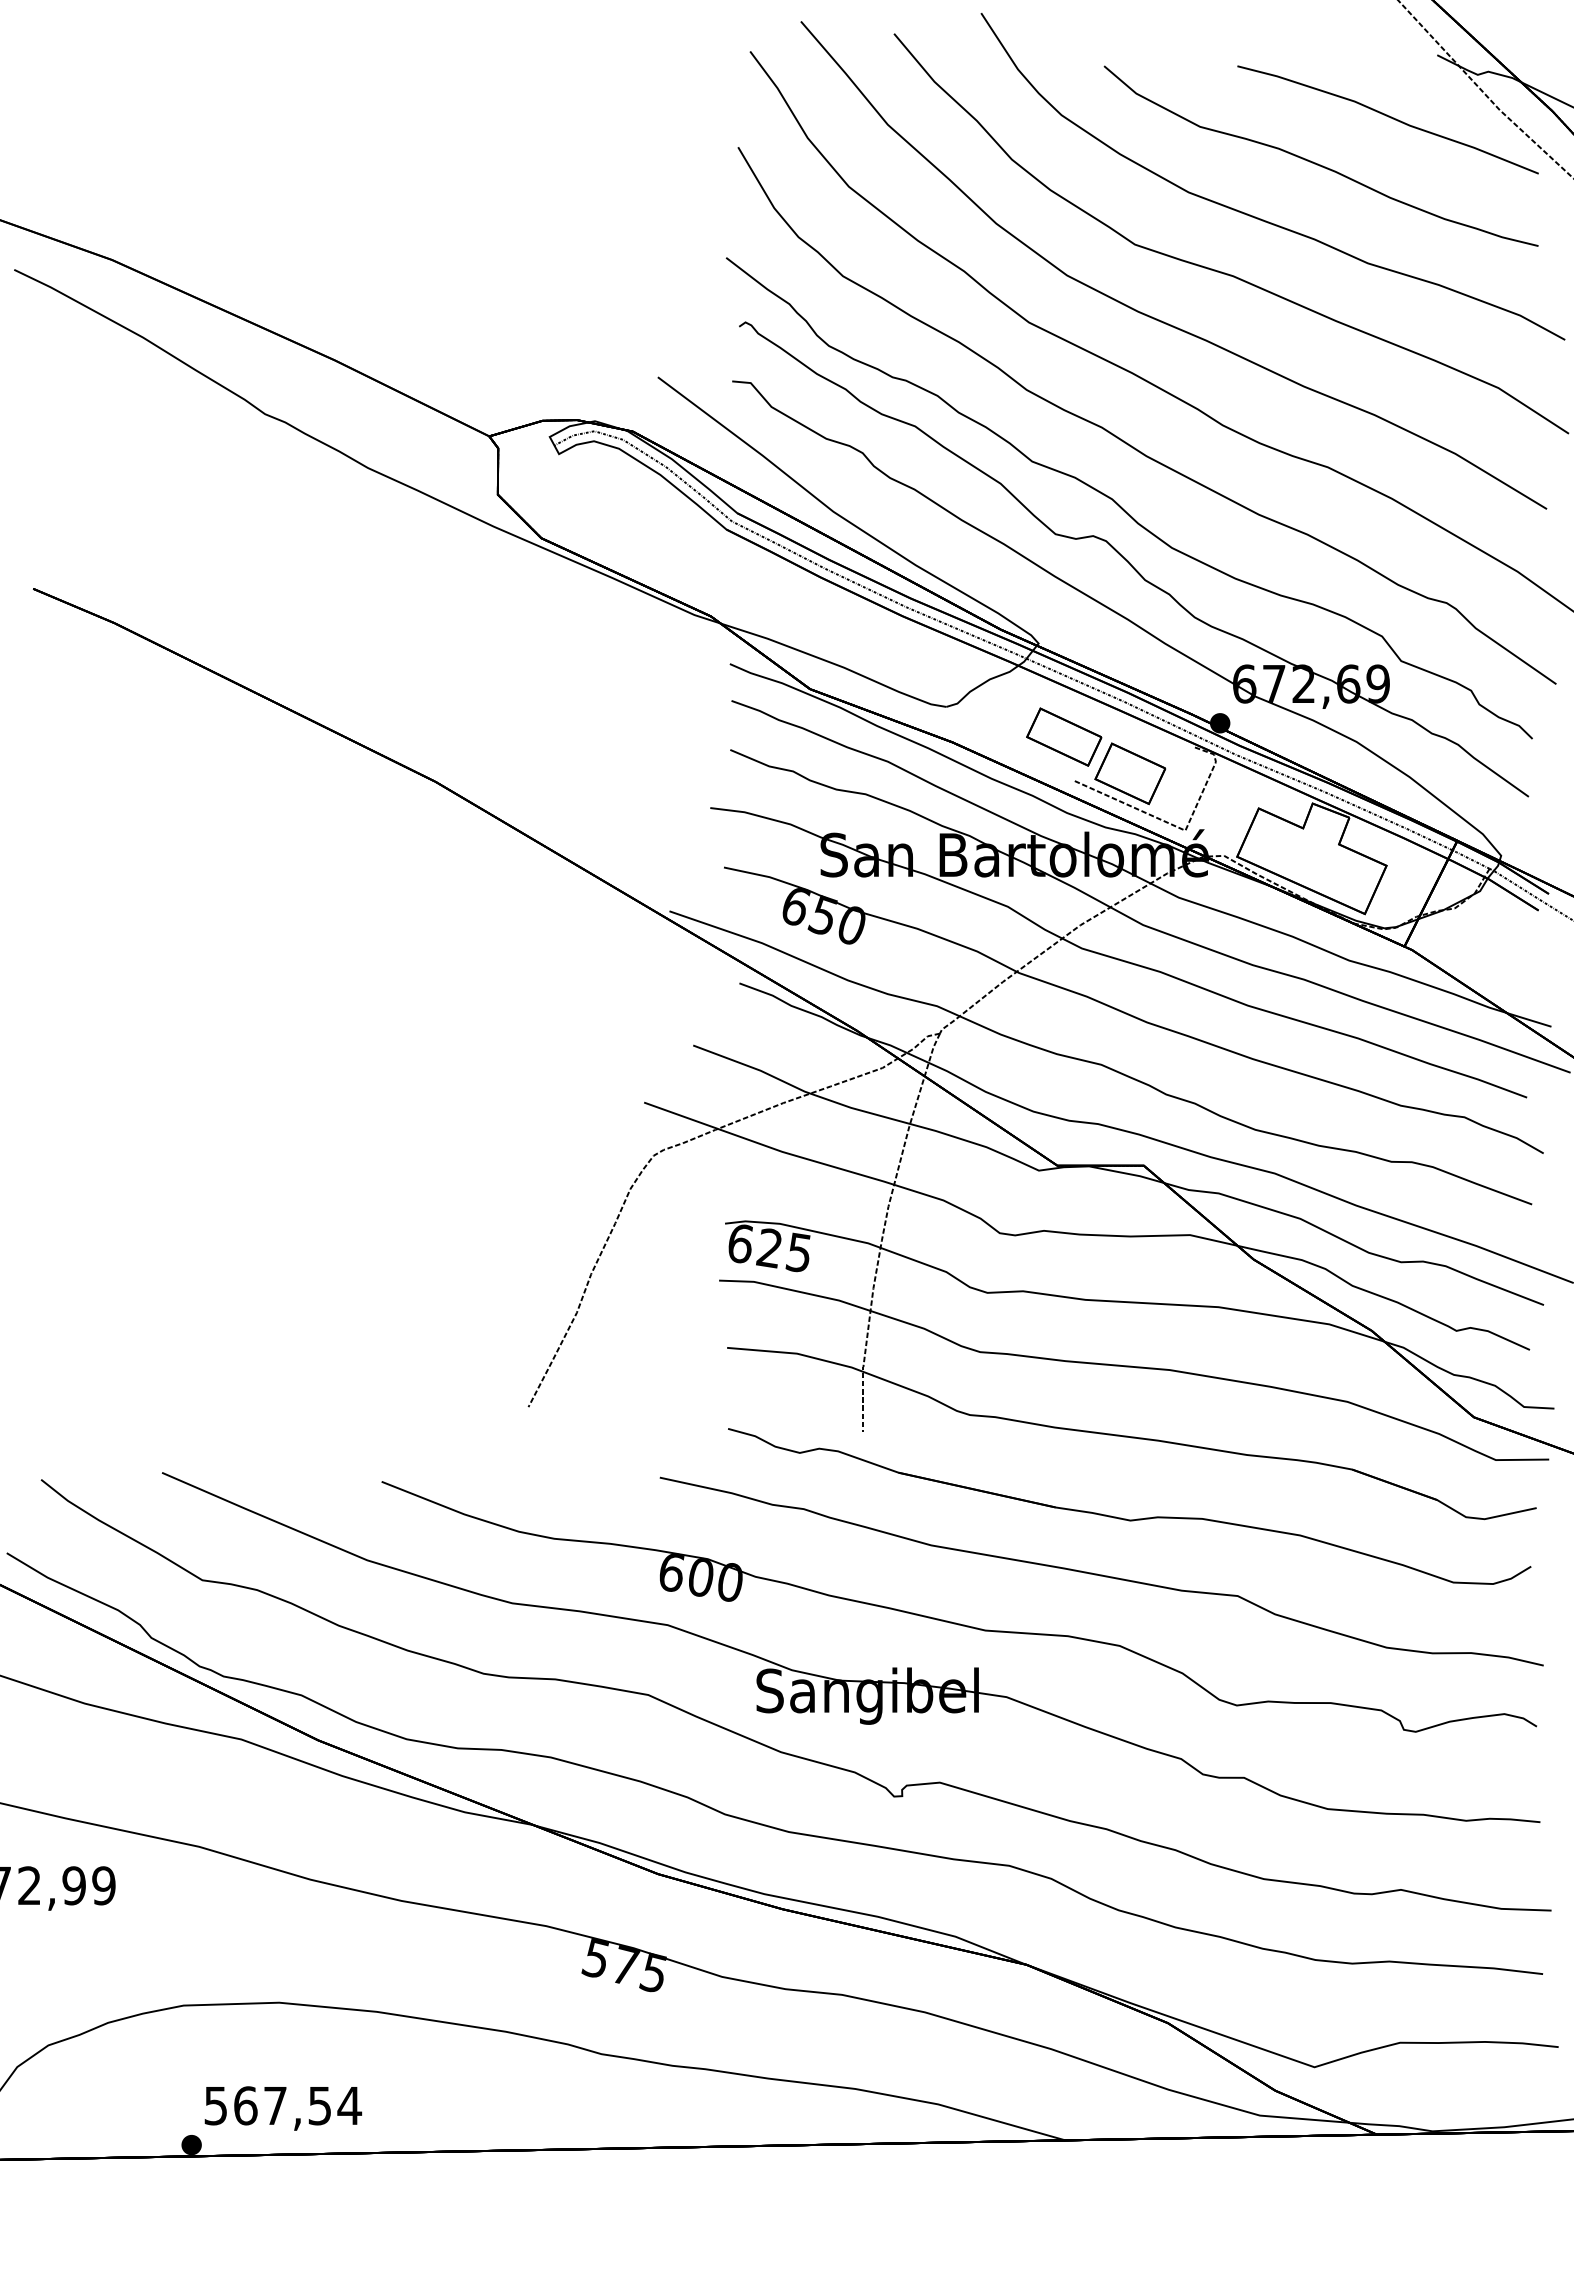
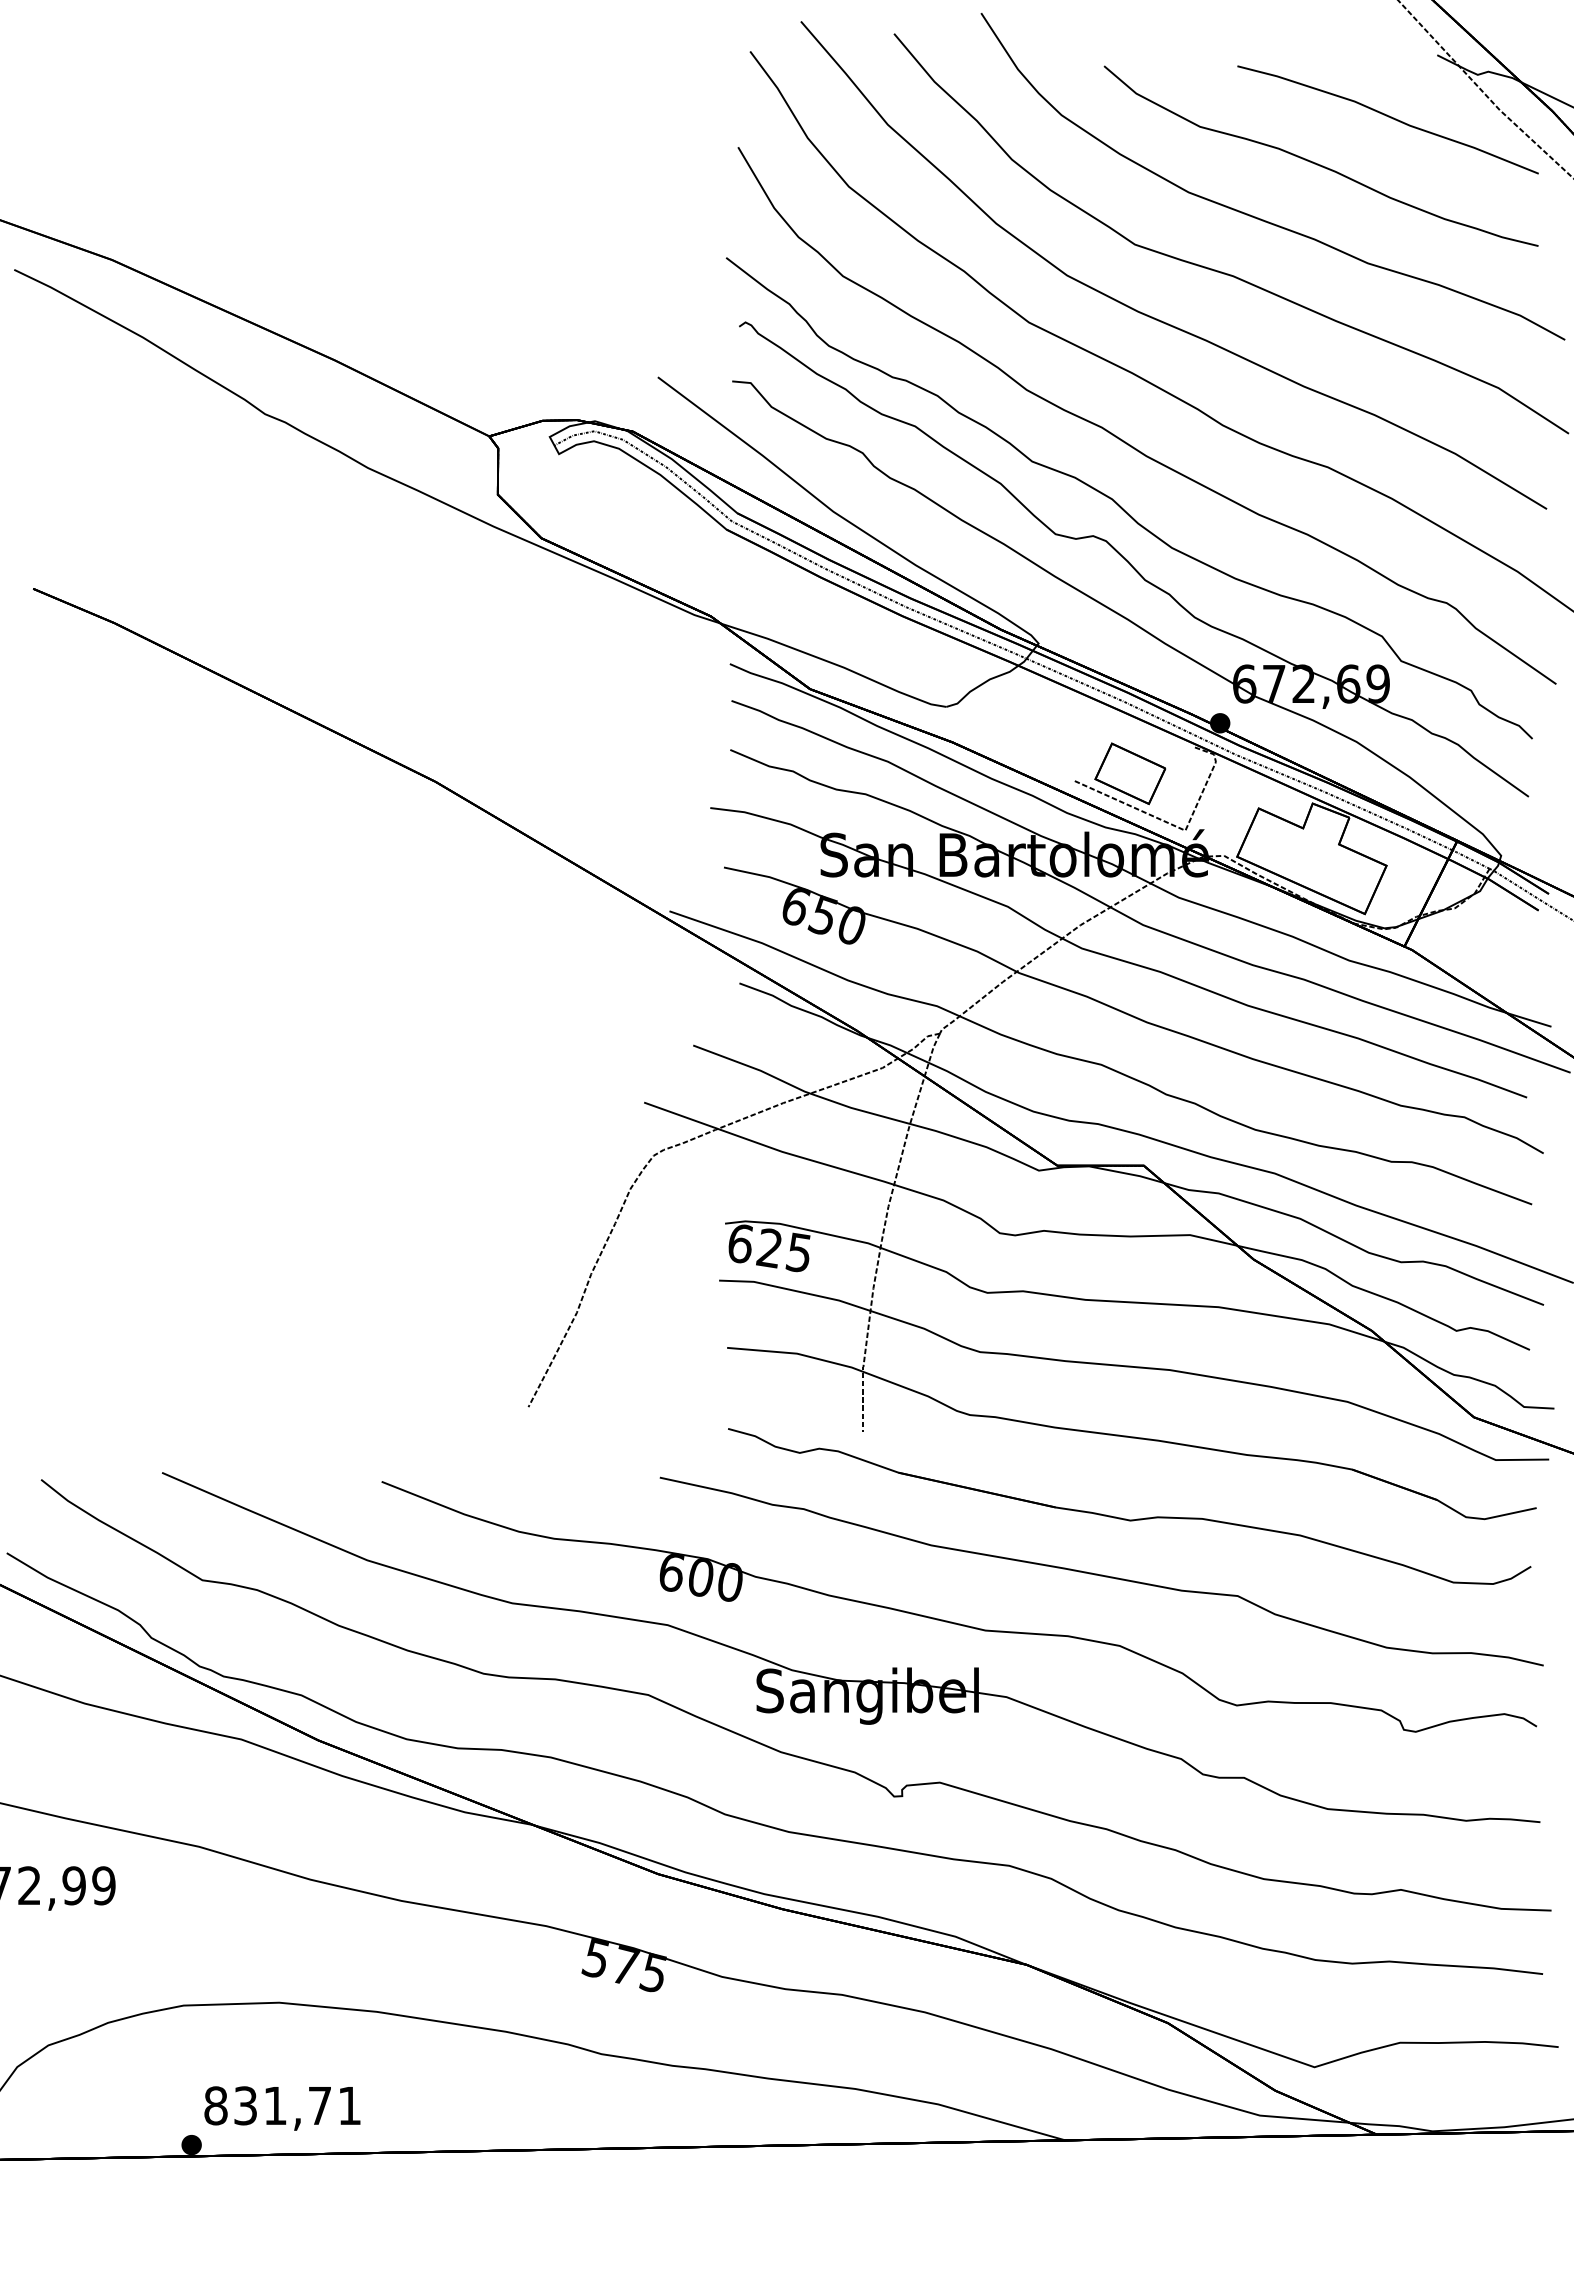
part at (1064, 736): present -> none
text at (283, 2105): 567,54 -> 831,71
